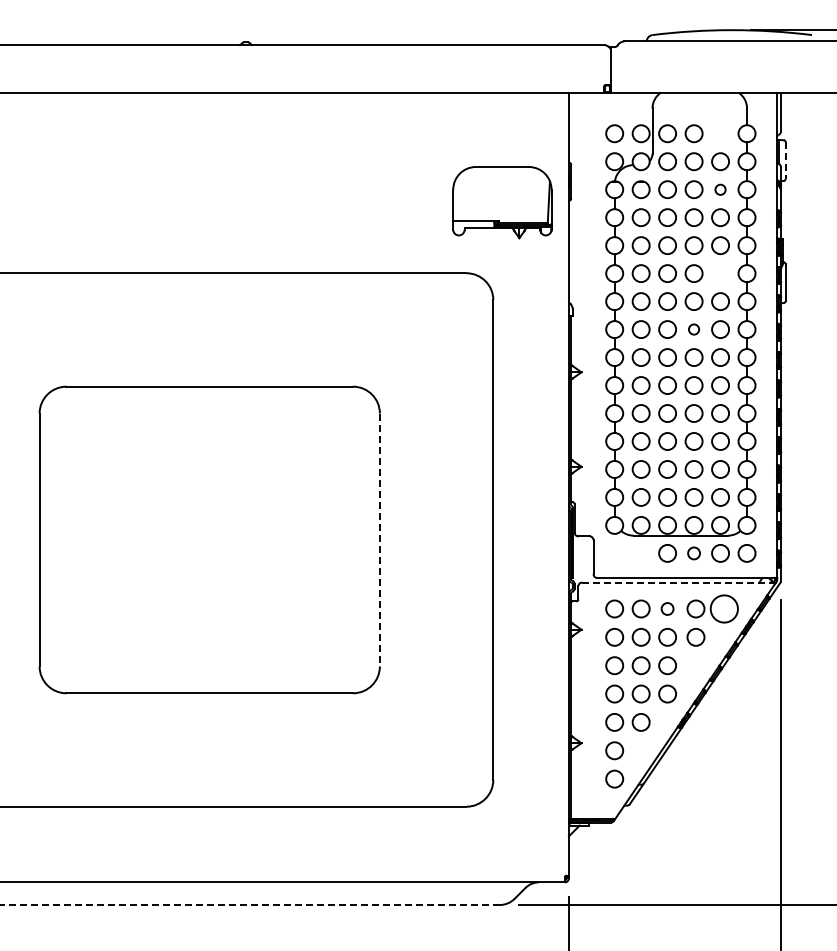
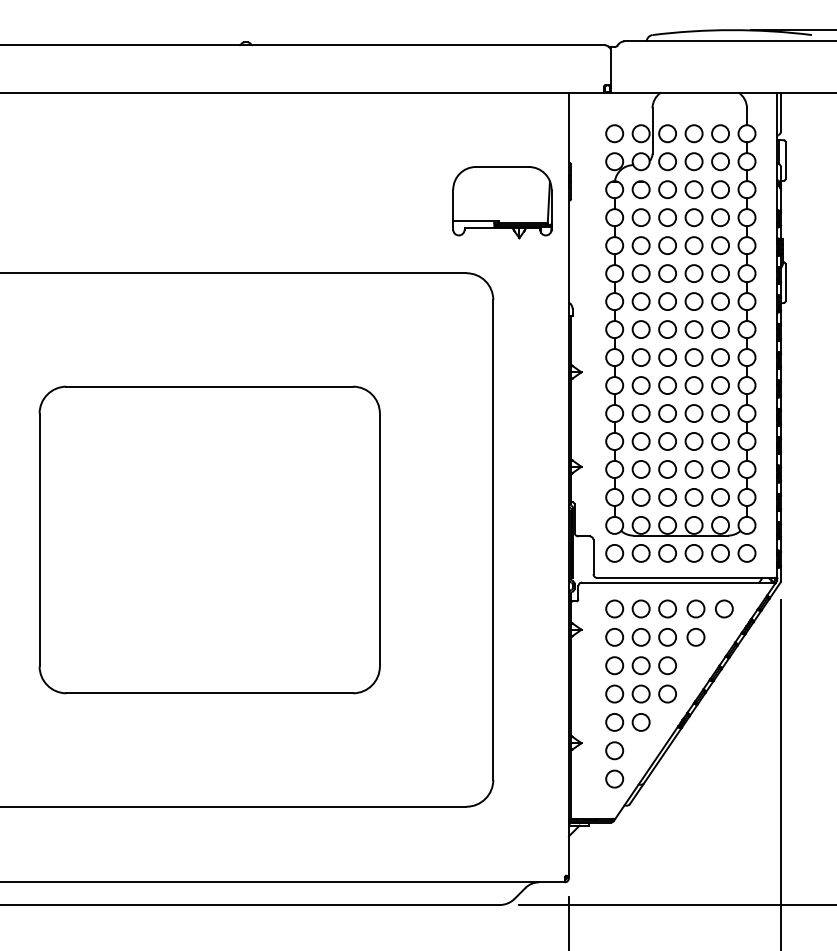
circle at (720, 133): none -> present
line at (785, 161): dashed -> solid
circle at (720, 189) size: 13x13 px -> 19x20 px
circle at (720, 273): none -> present
circle at (693, 329) size: 12x13 px -> 20x19 px
line at (379, 540): dashed -> solid
part at (627, 553): none -> present
circle at (693, 553) size: 14x15 px -> 20x19 px
line at (677, 582): dashed -> solid
circle at (667, 608) size: 15x14 px -> 19x20 px
circle at (723, 608) diameter: 27 px -> 17 px
line at (249, 905): dashed -> solid
